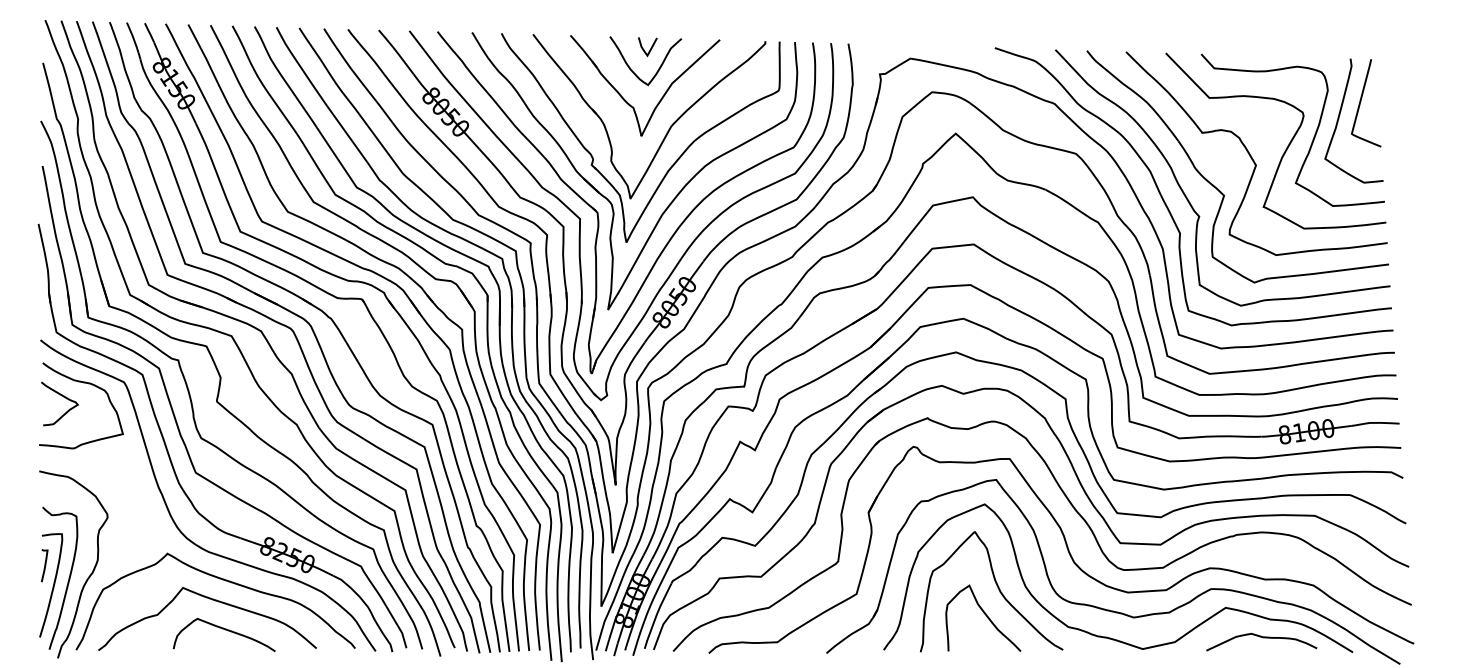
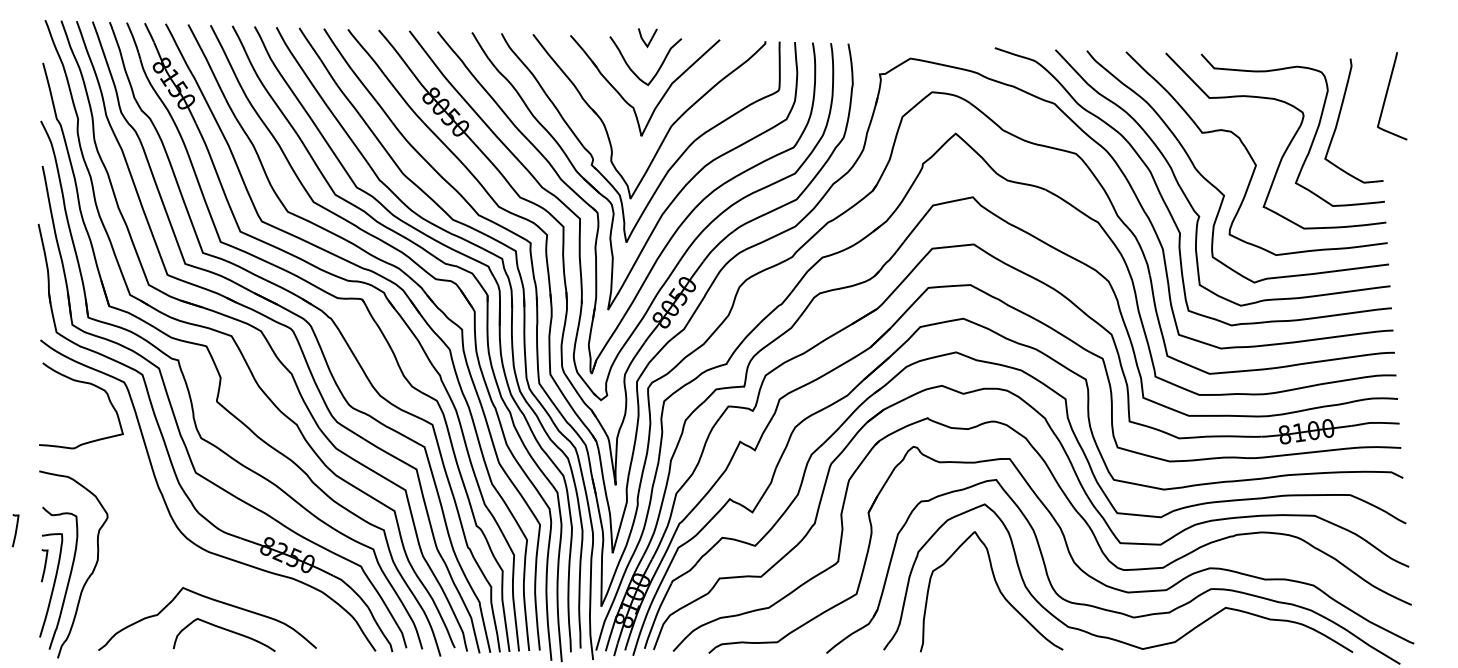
curve at (649, 49) position: (649, 49) -> (649, 40)
curve at (1361, 101) position: (1361, 101) -> (1387, 94)
curve at (63, 397): present -> none
curve at (15, 530): none -> present
curve at (222, 580): present -> none
curve at (985, 615): present -> none
curve at (1263, 638): present -> none
